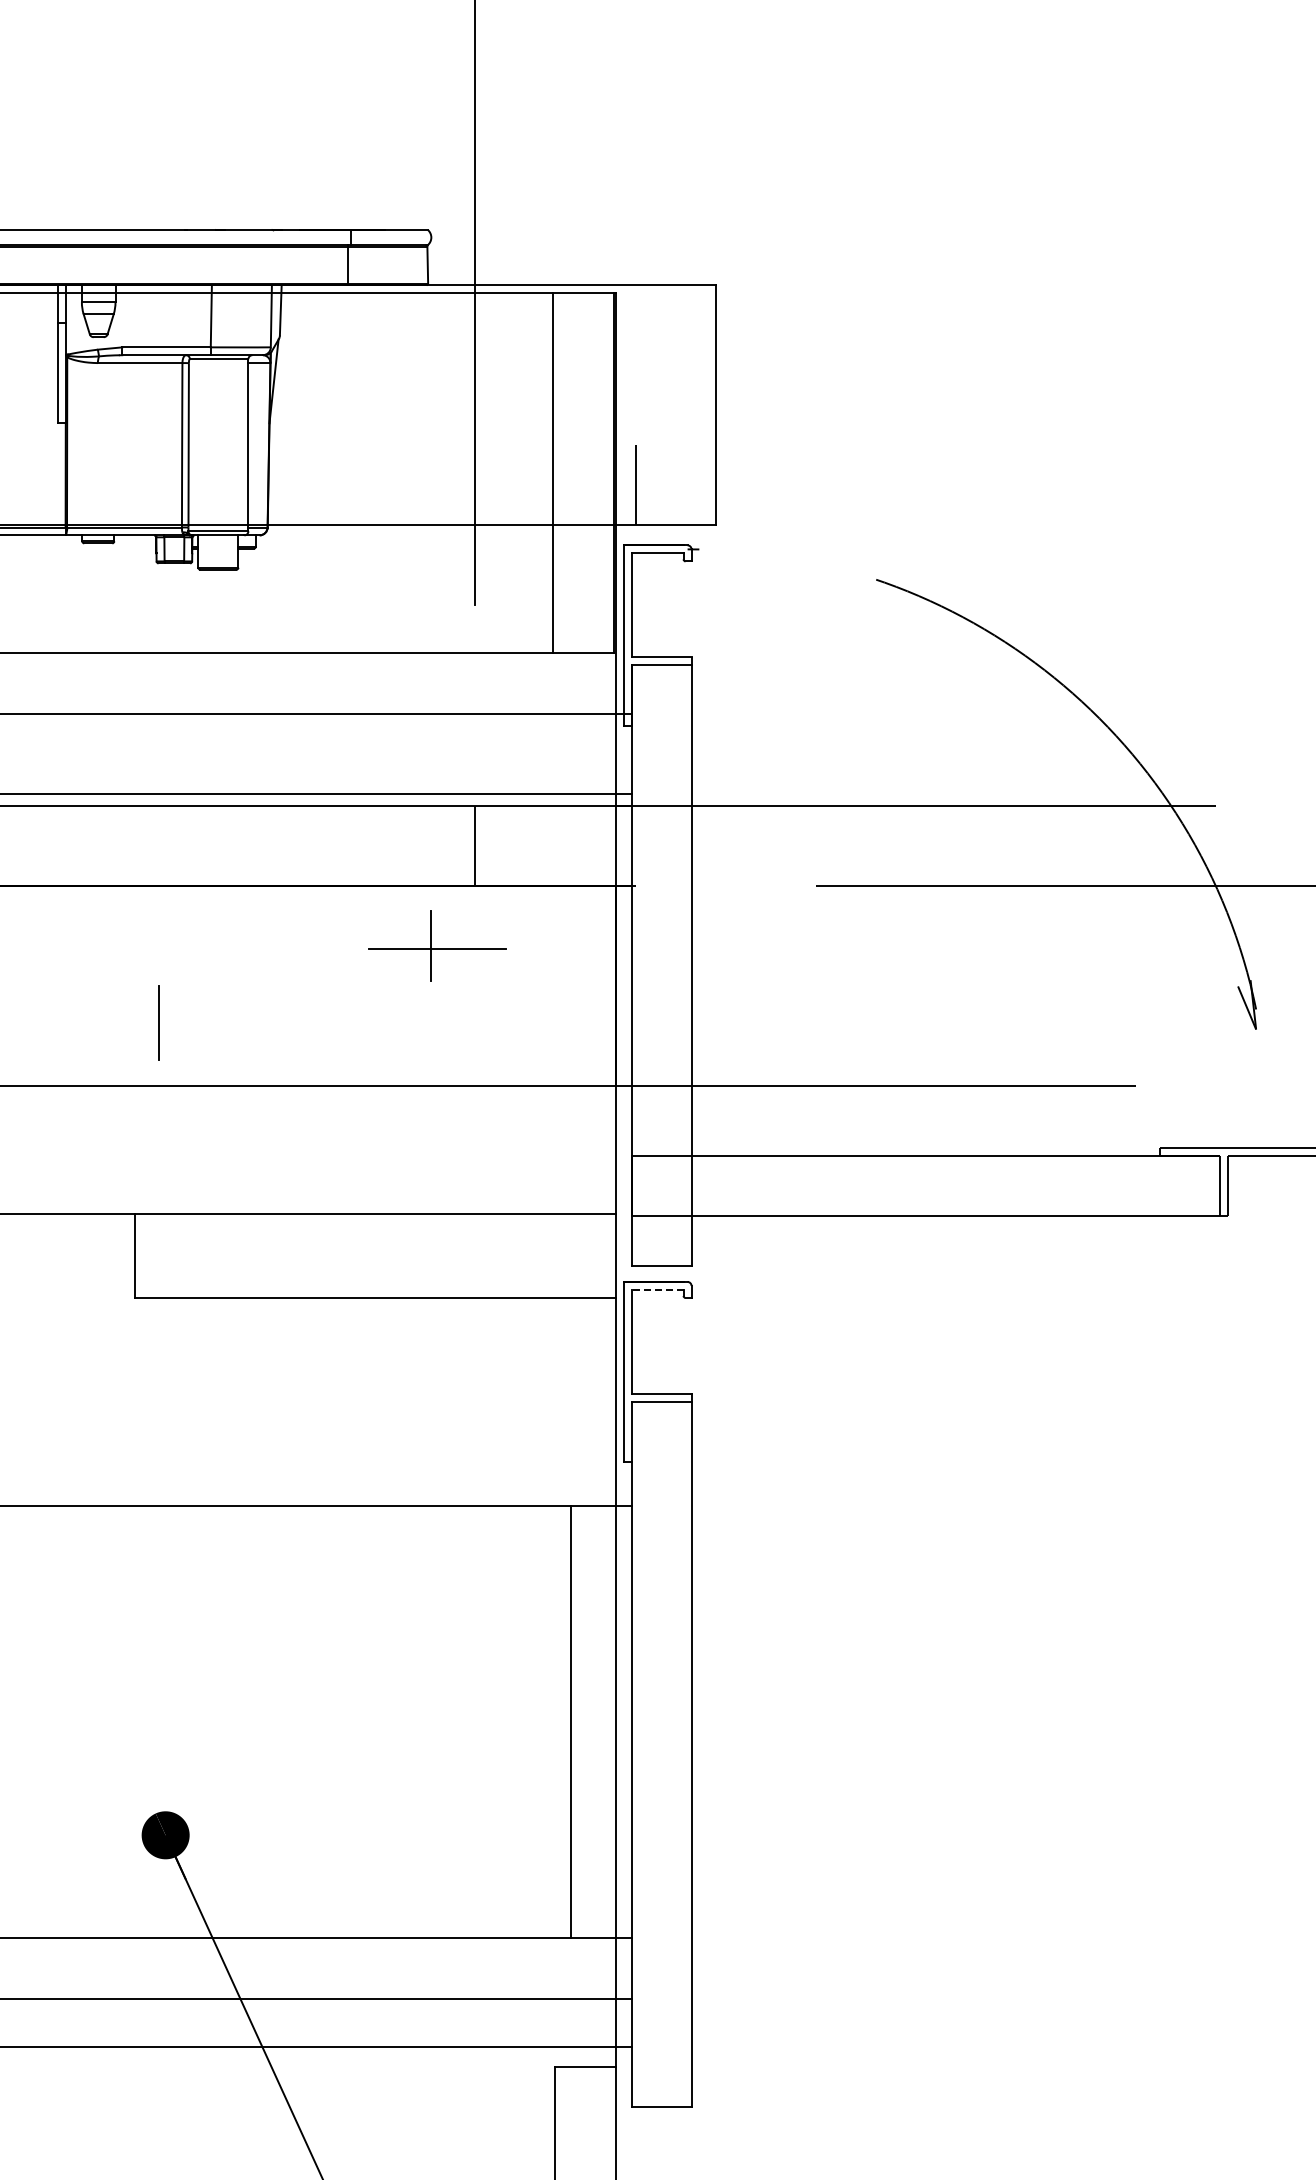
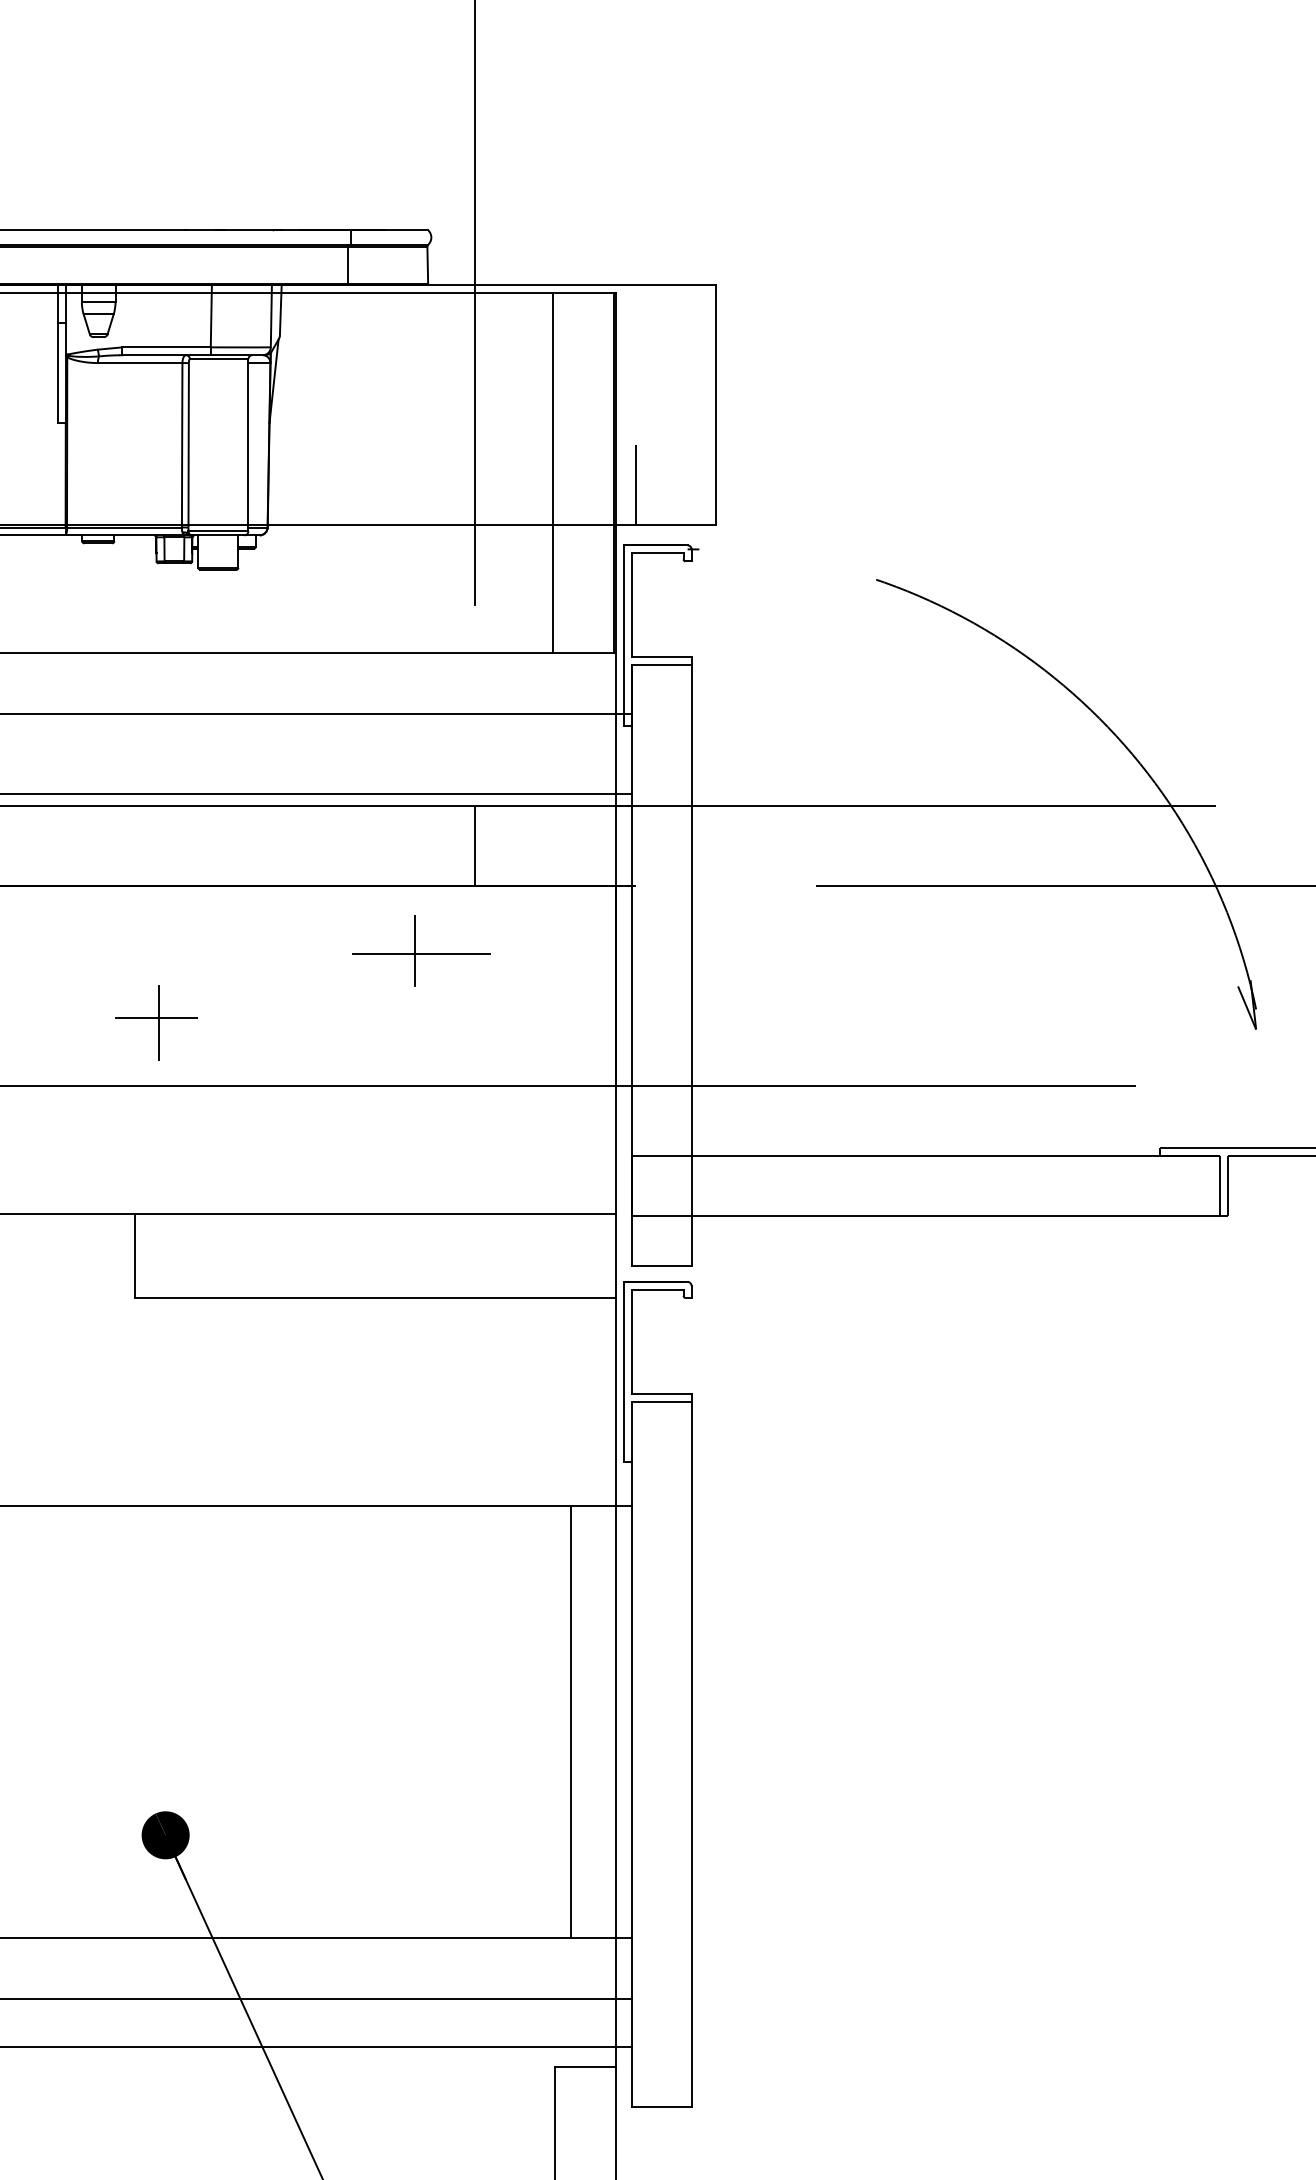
part at (437, 945) position: (437, 945) -> (421, 950)
line at (156, 1017): none -> present
line at (657, 1289): dashed -> solid
